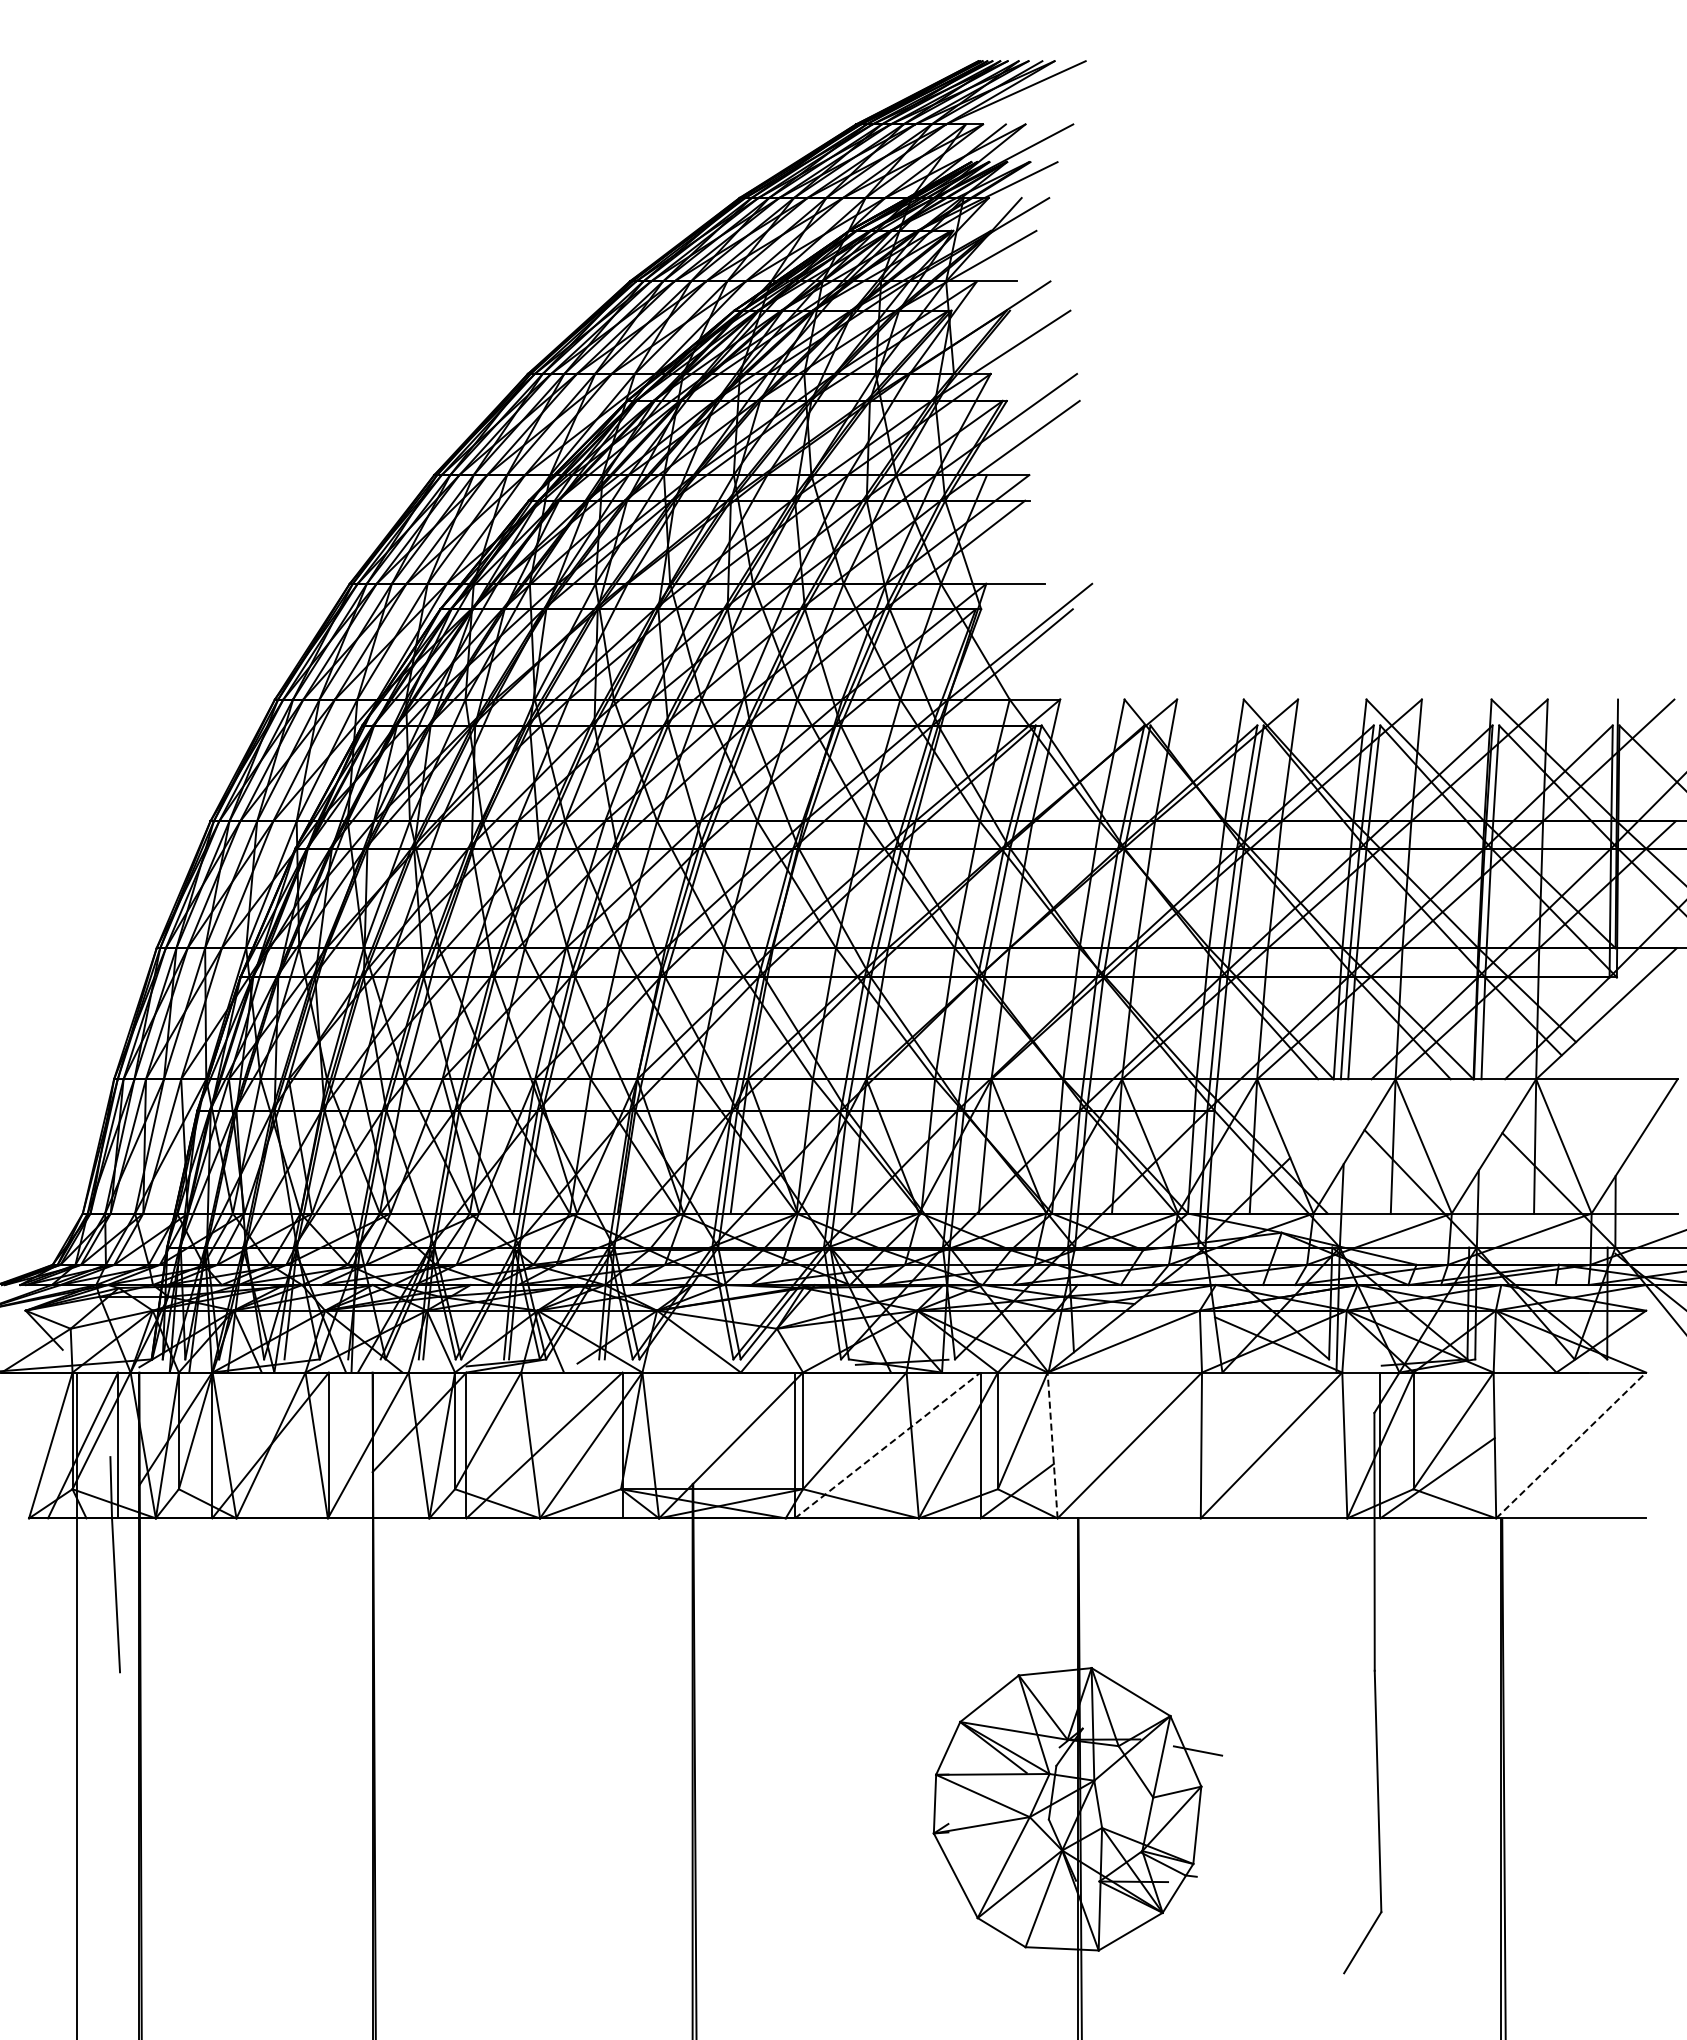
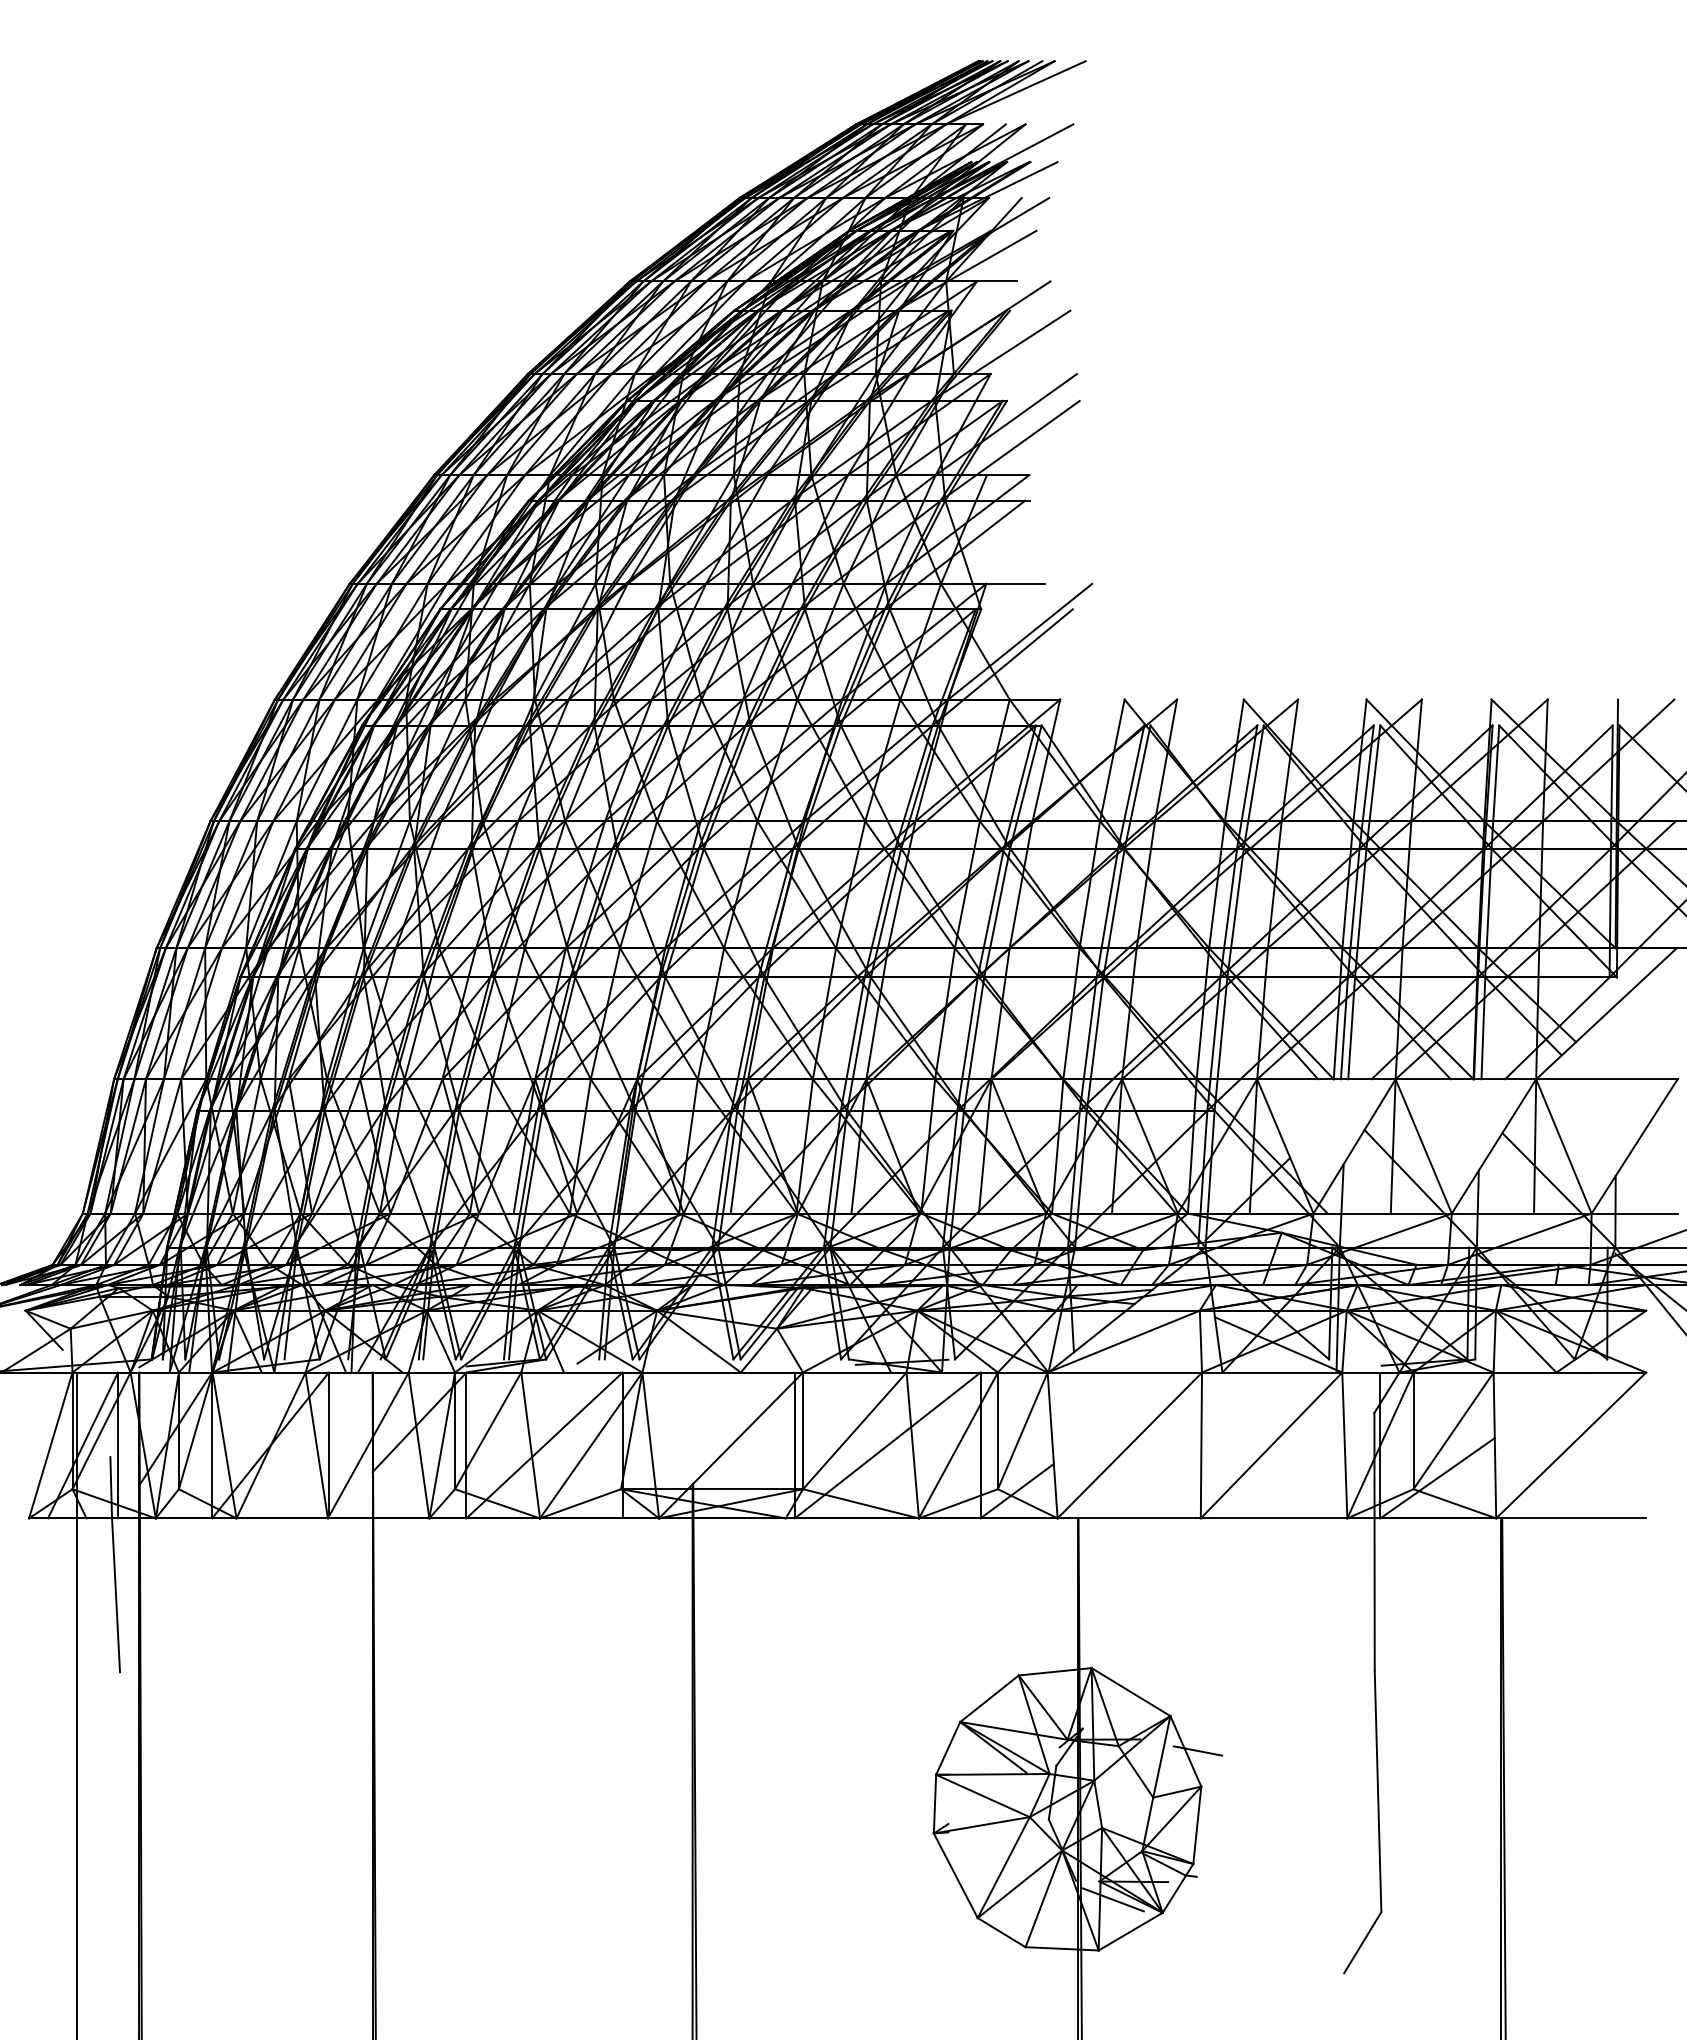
line at (1052, 1444): dashed -> solid
line at (888, 1445): dashed -> solid
line at (1571, 1445): dashed -> solid
line at (1112, 1899): none -> present
